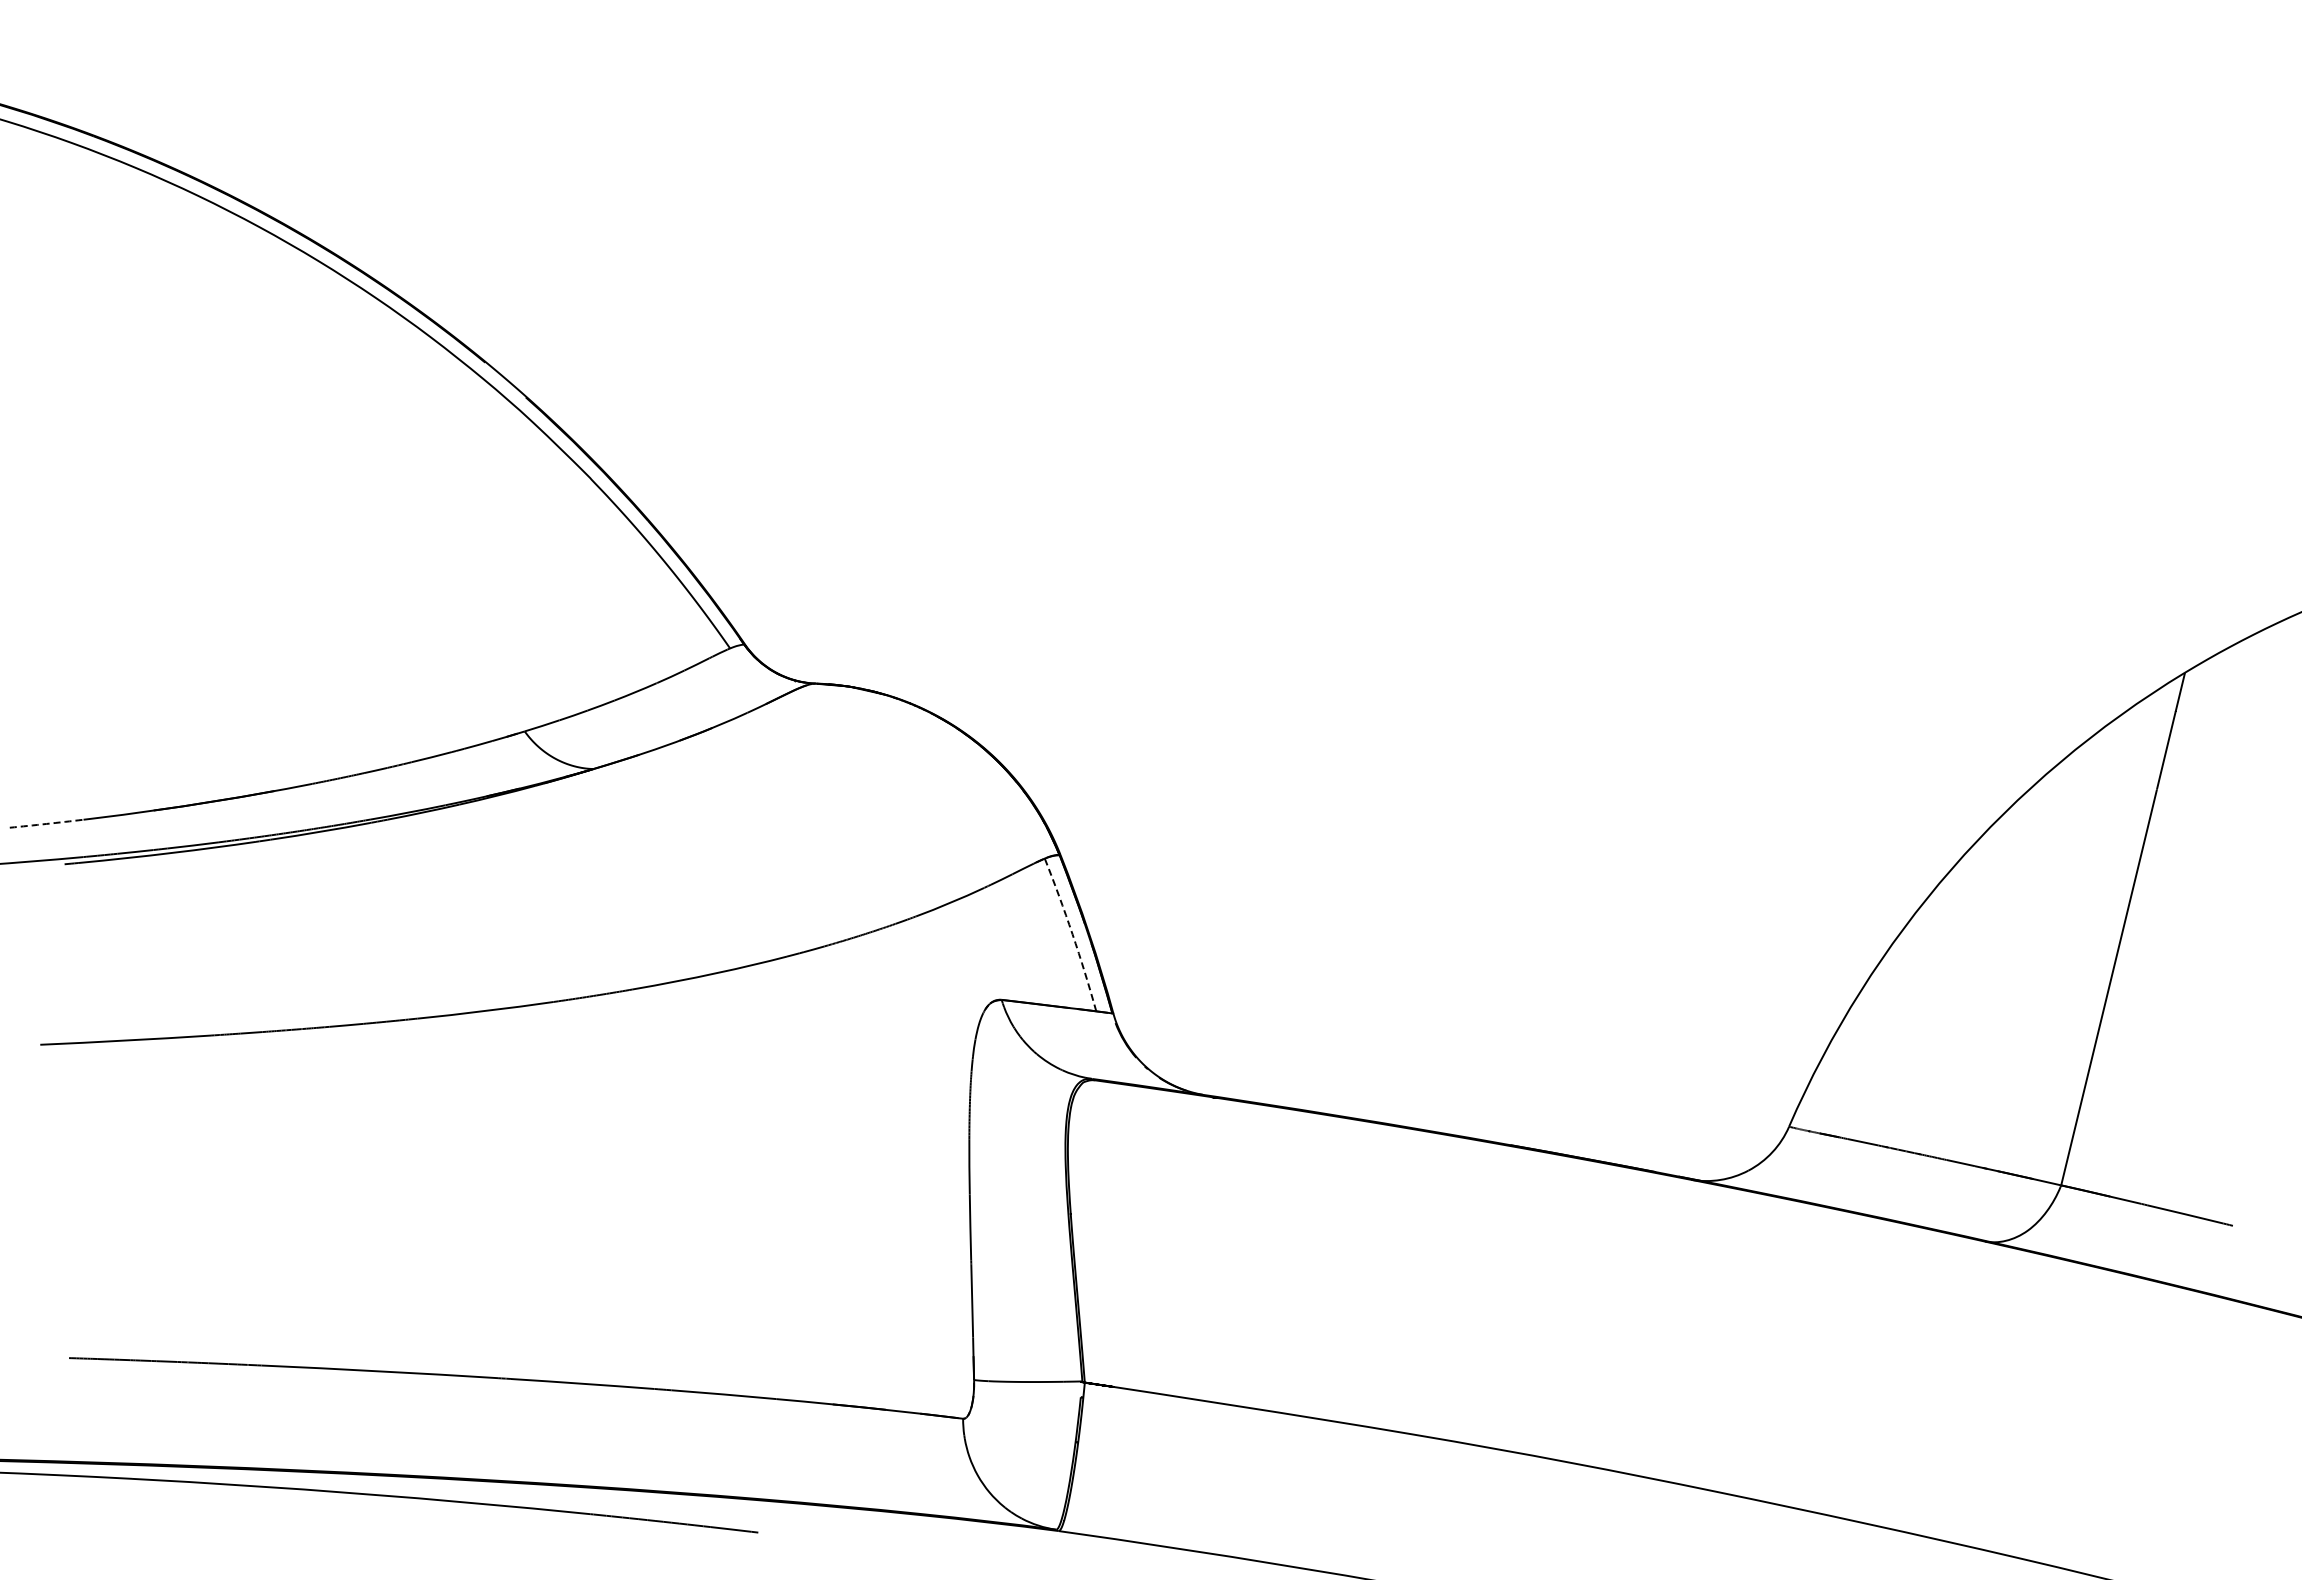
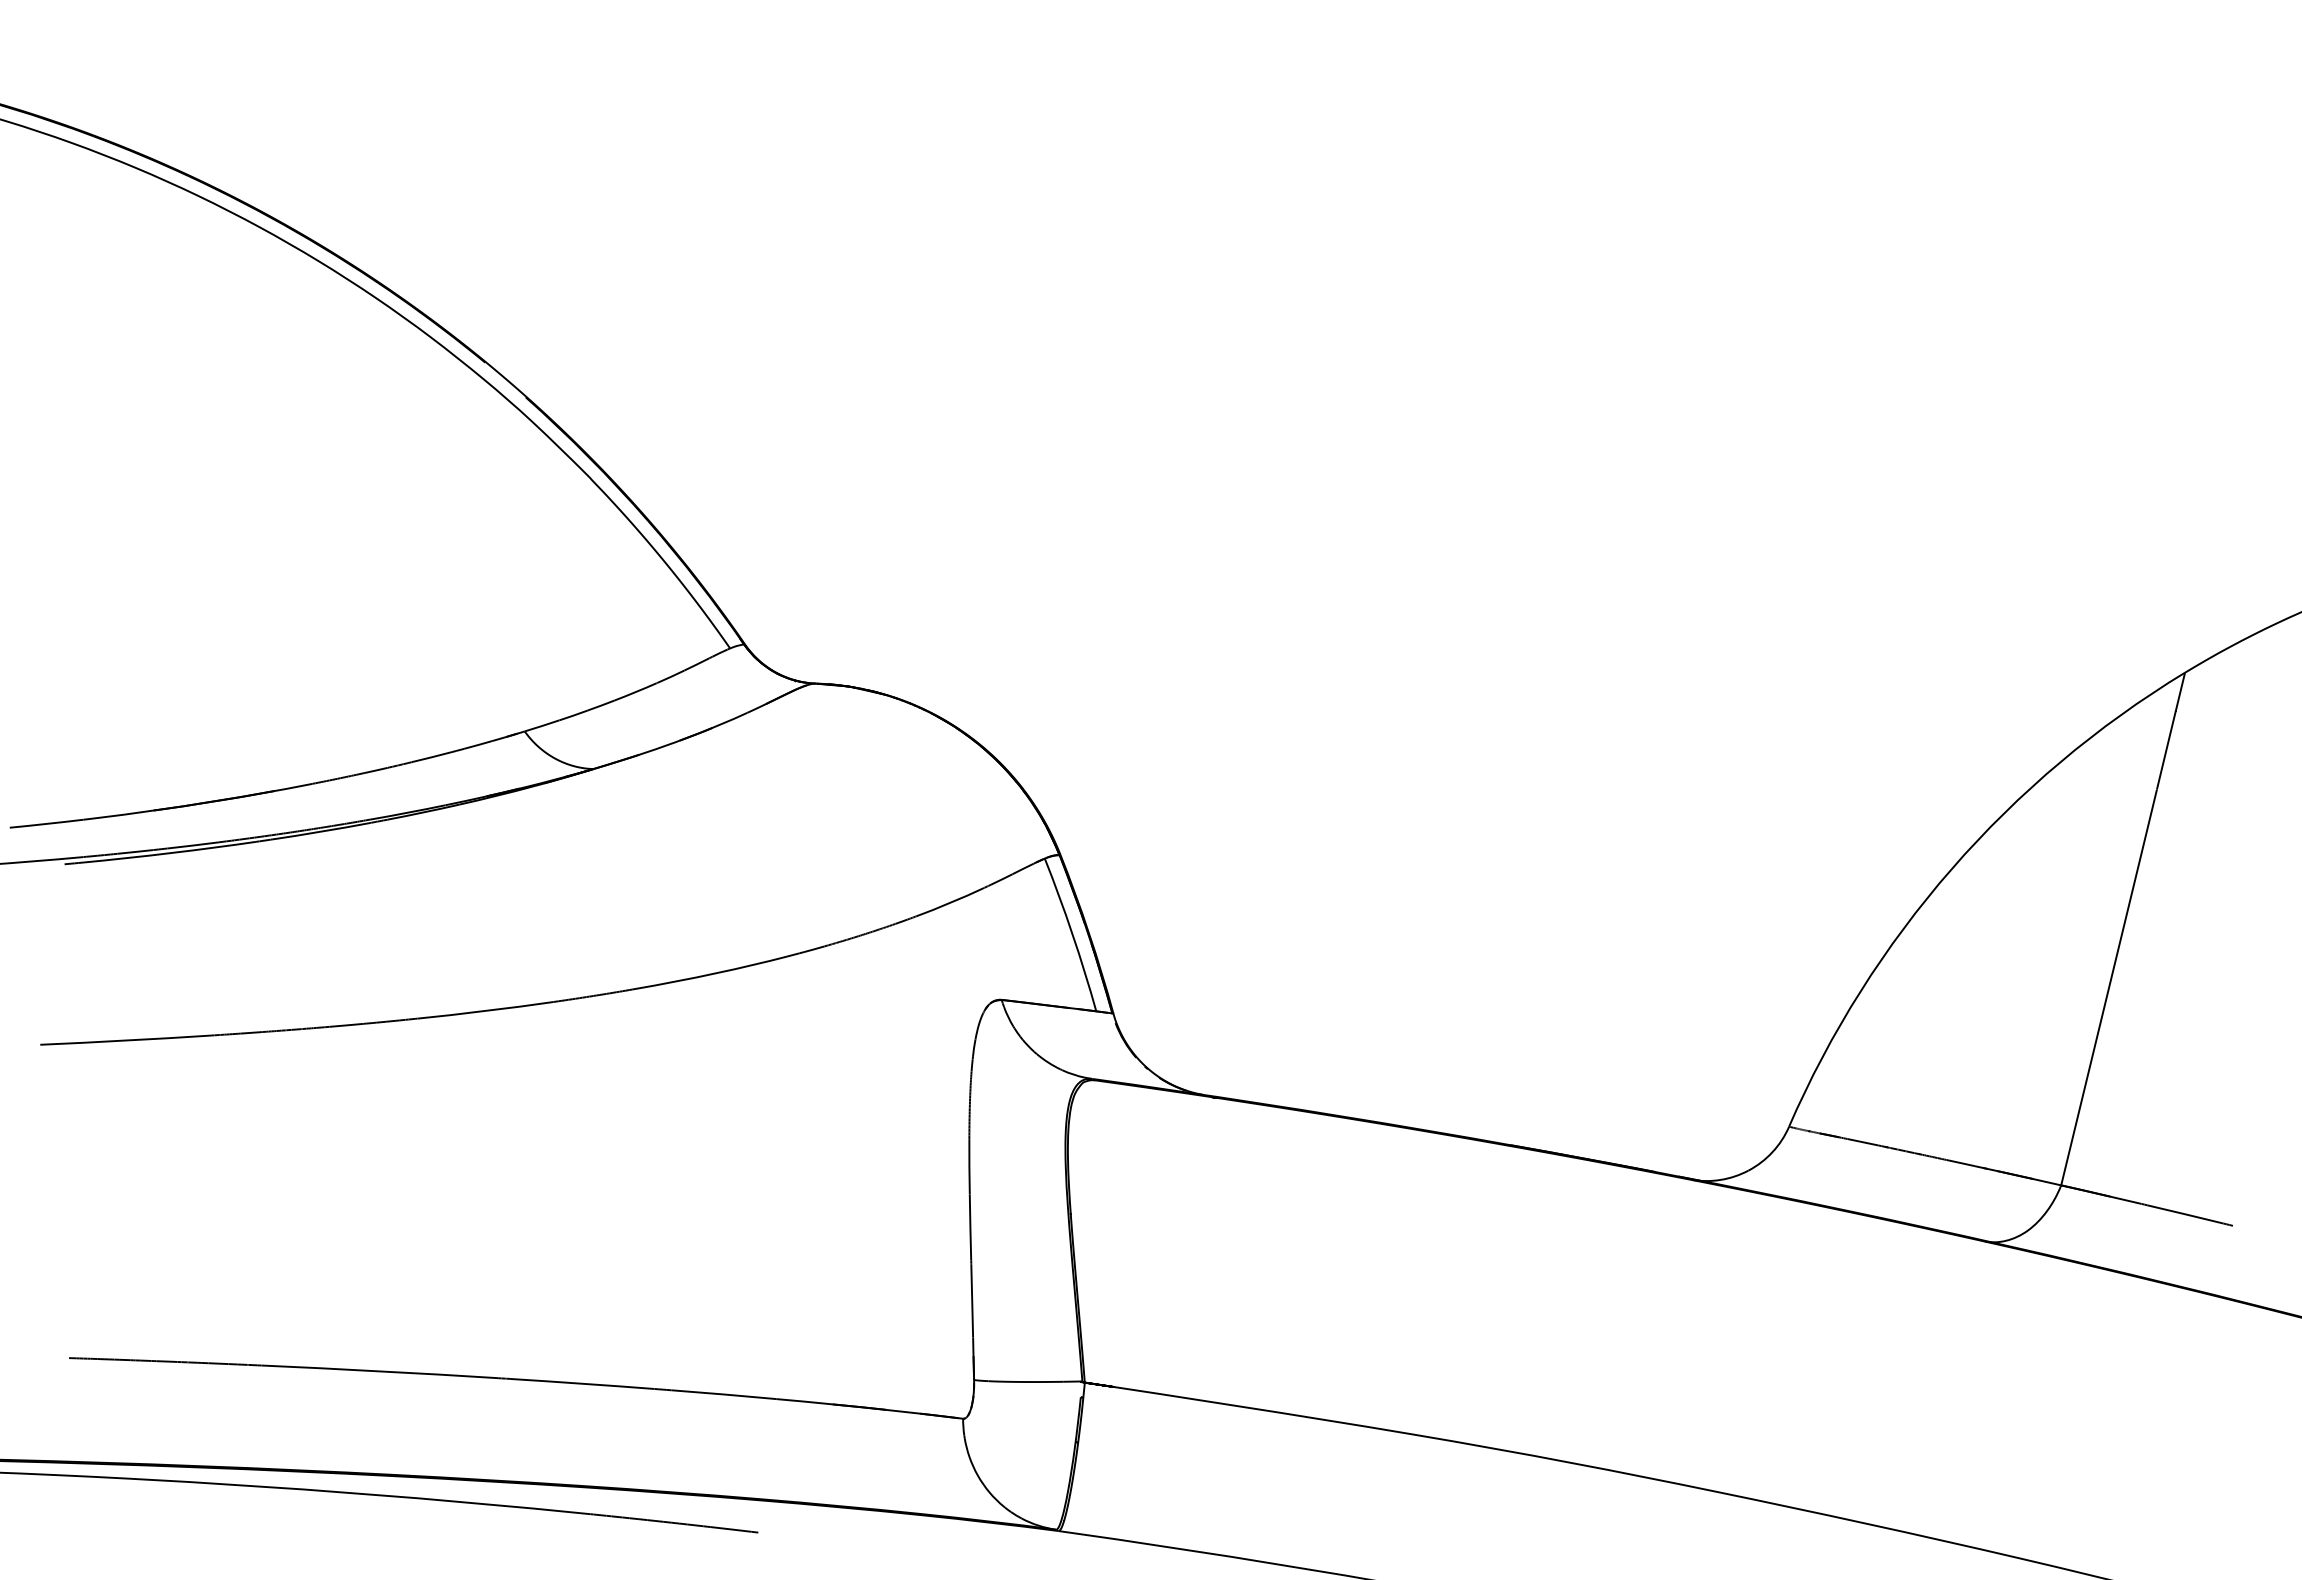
arc at (46, 823): dashed -> solid
arc at (1072, 934): dashed -> solid
